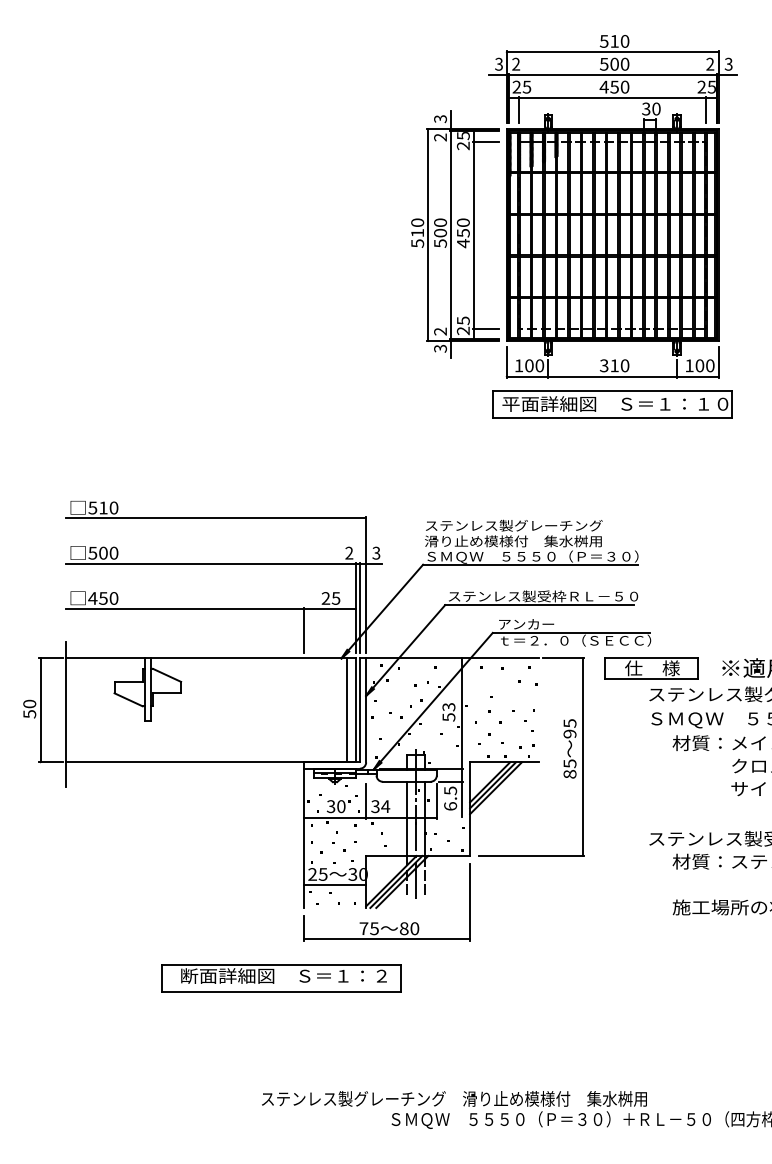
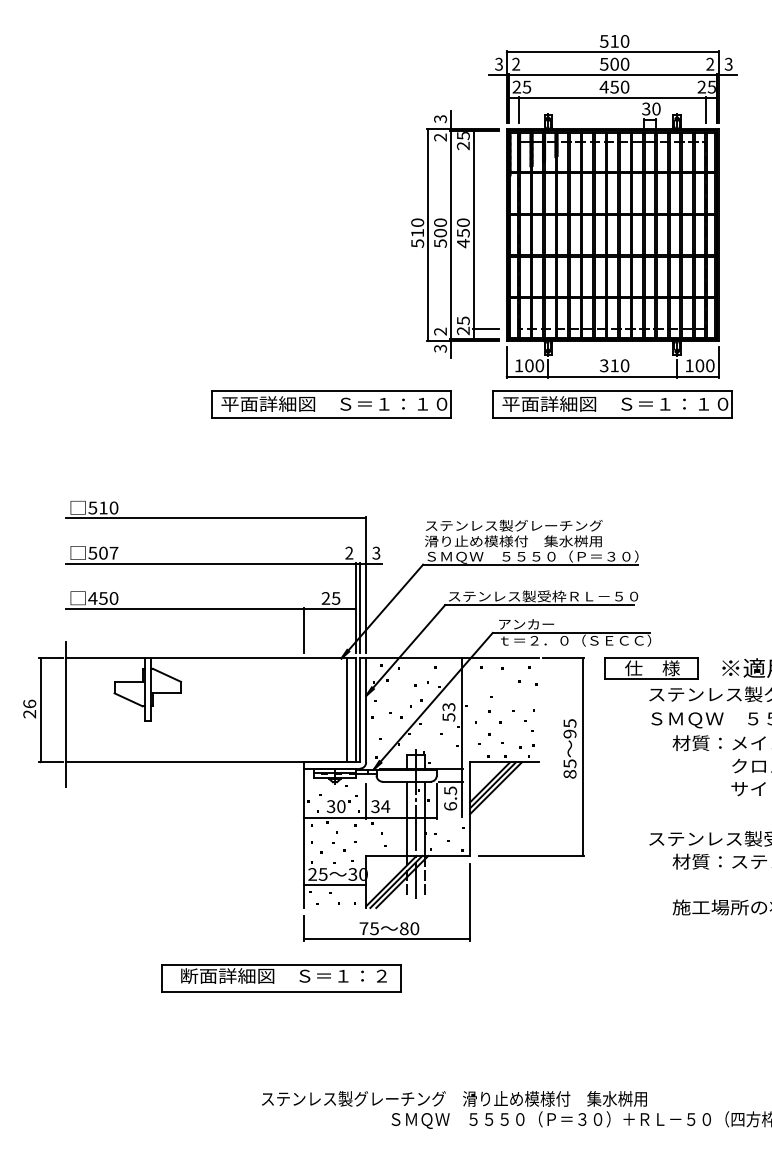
line at (485, 141): present -> none
part at (331, 404): none -> present
text at (113, 552): 500 -> 507
text at (29, 708): 50 -> 26
